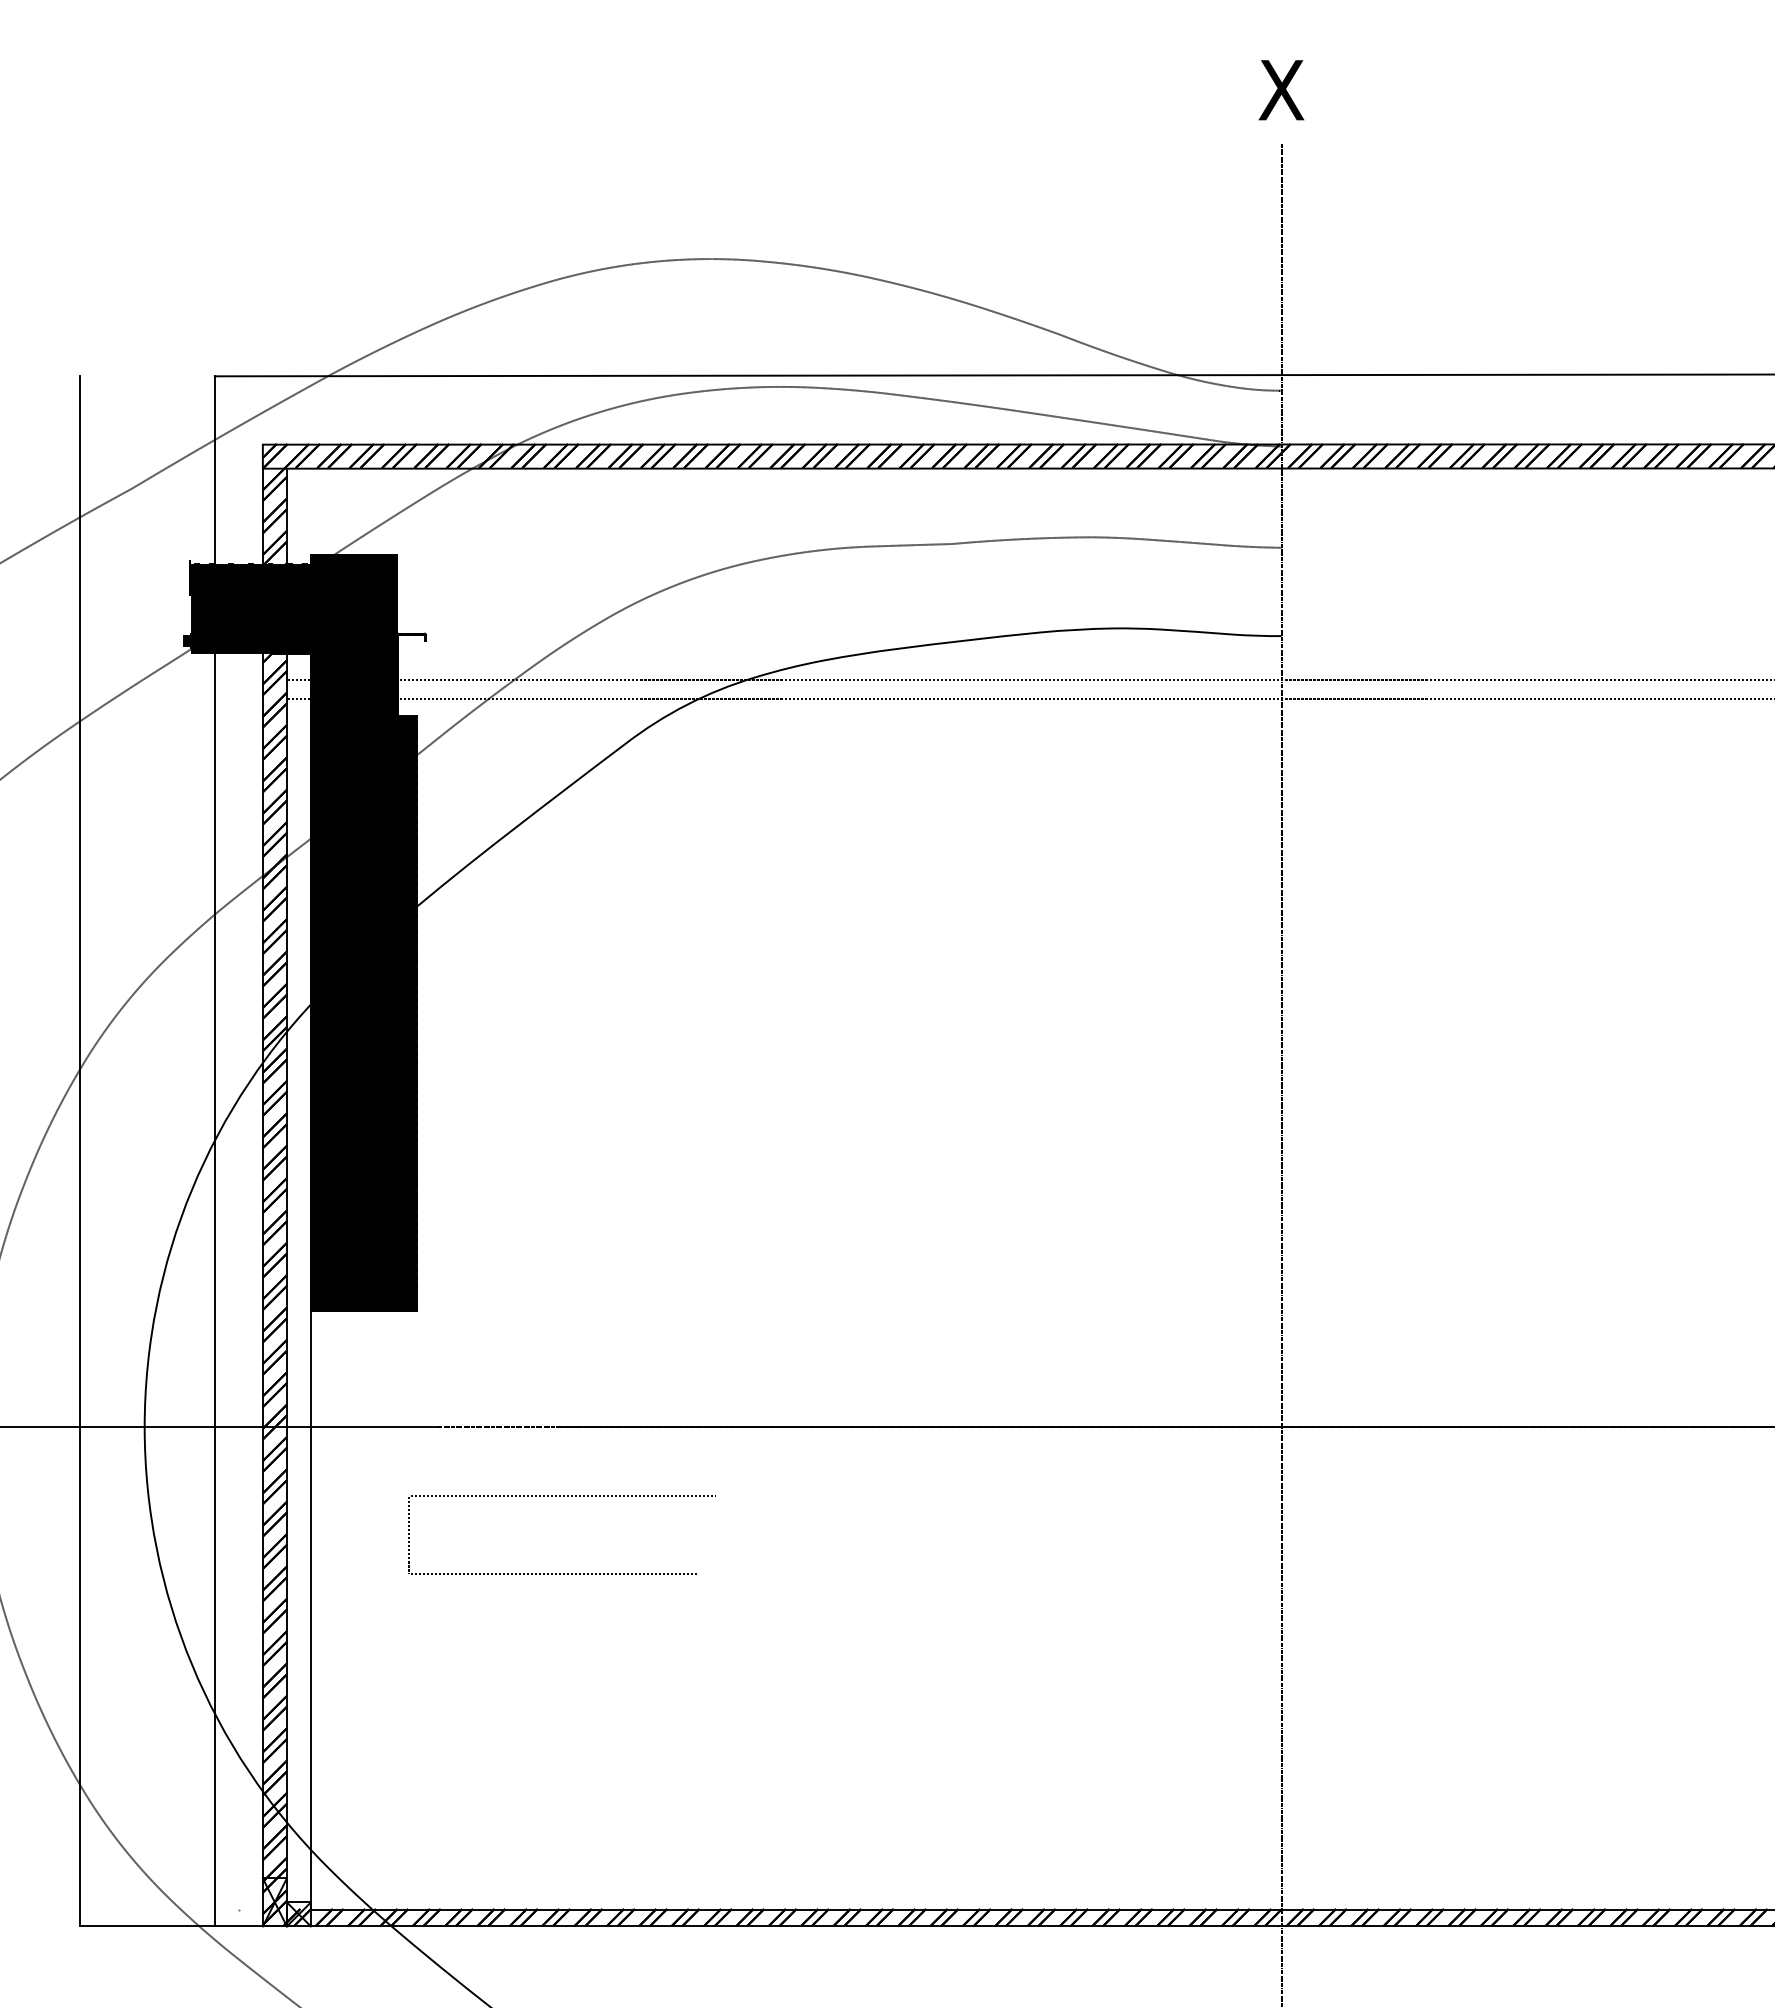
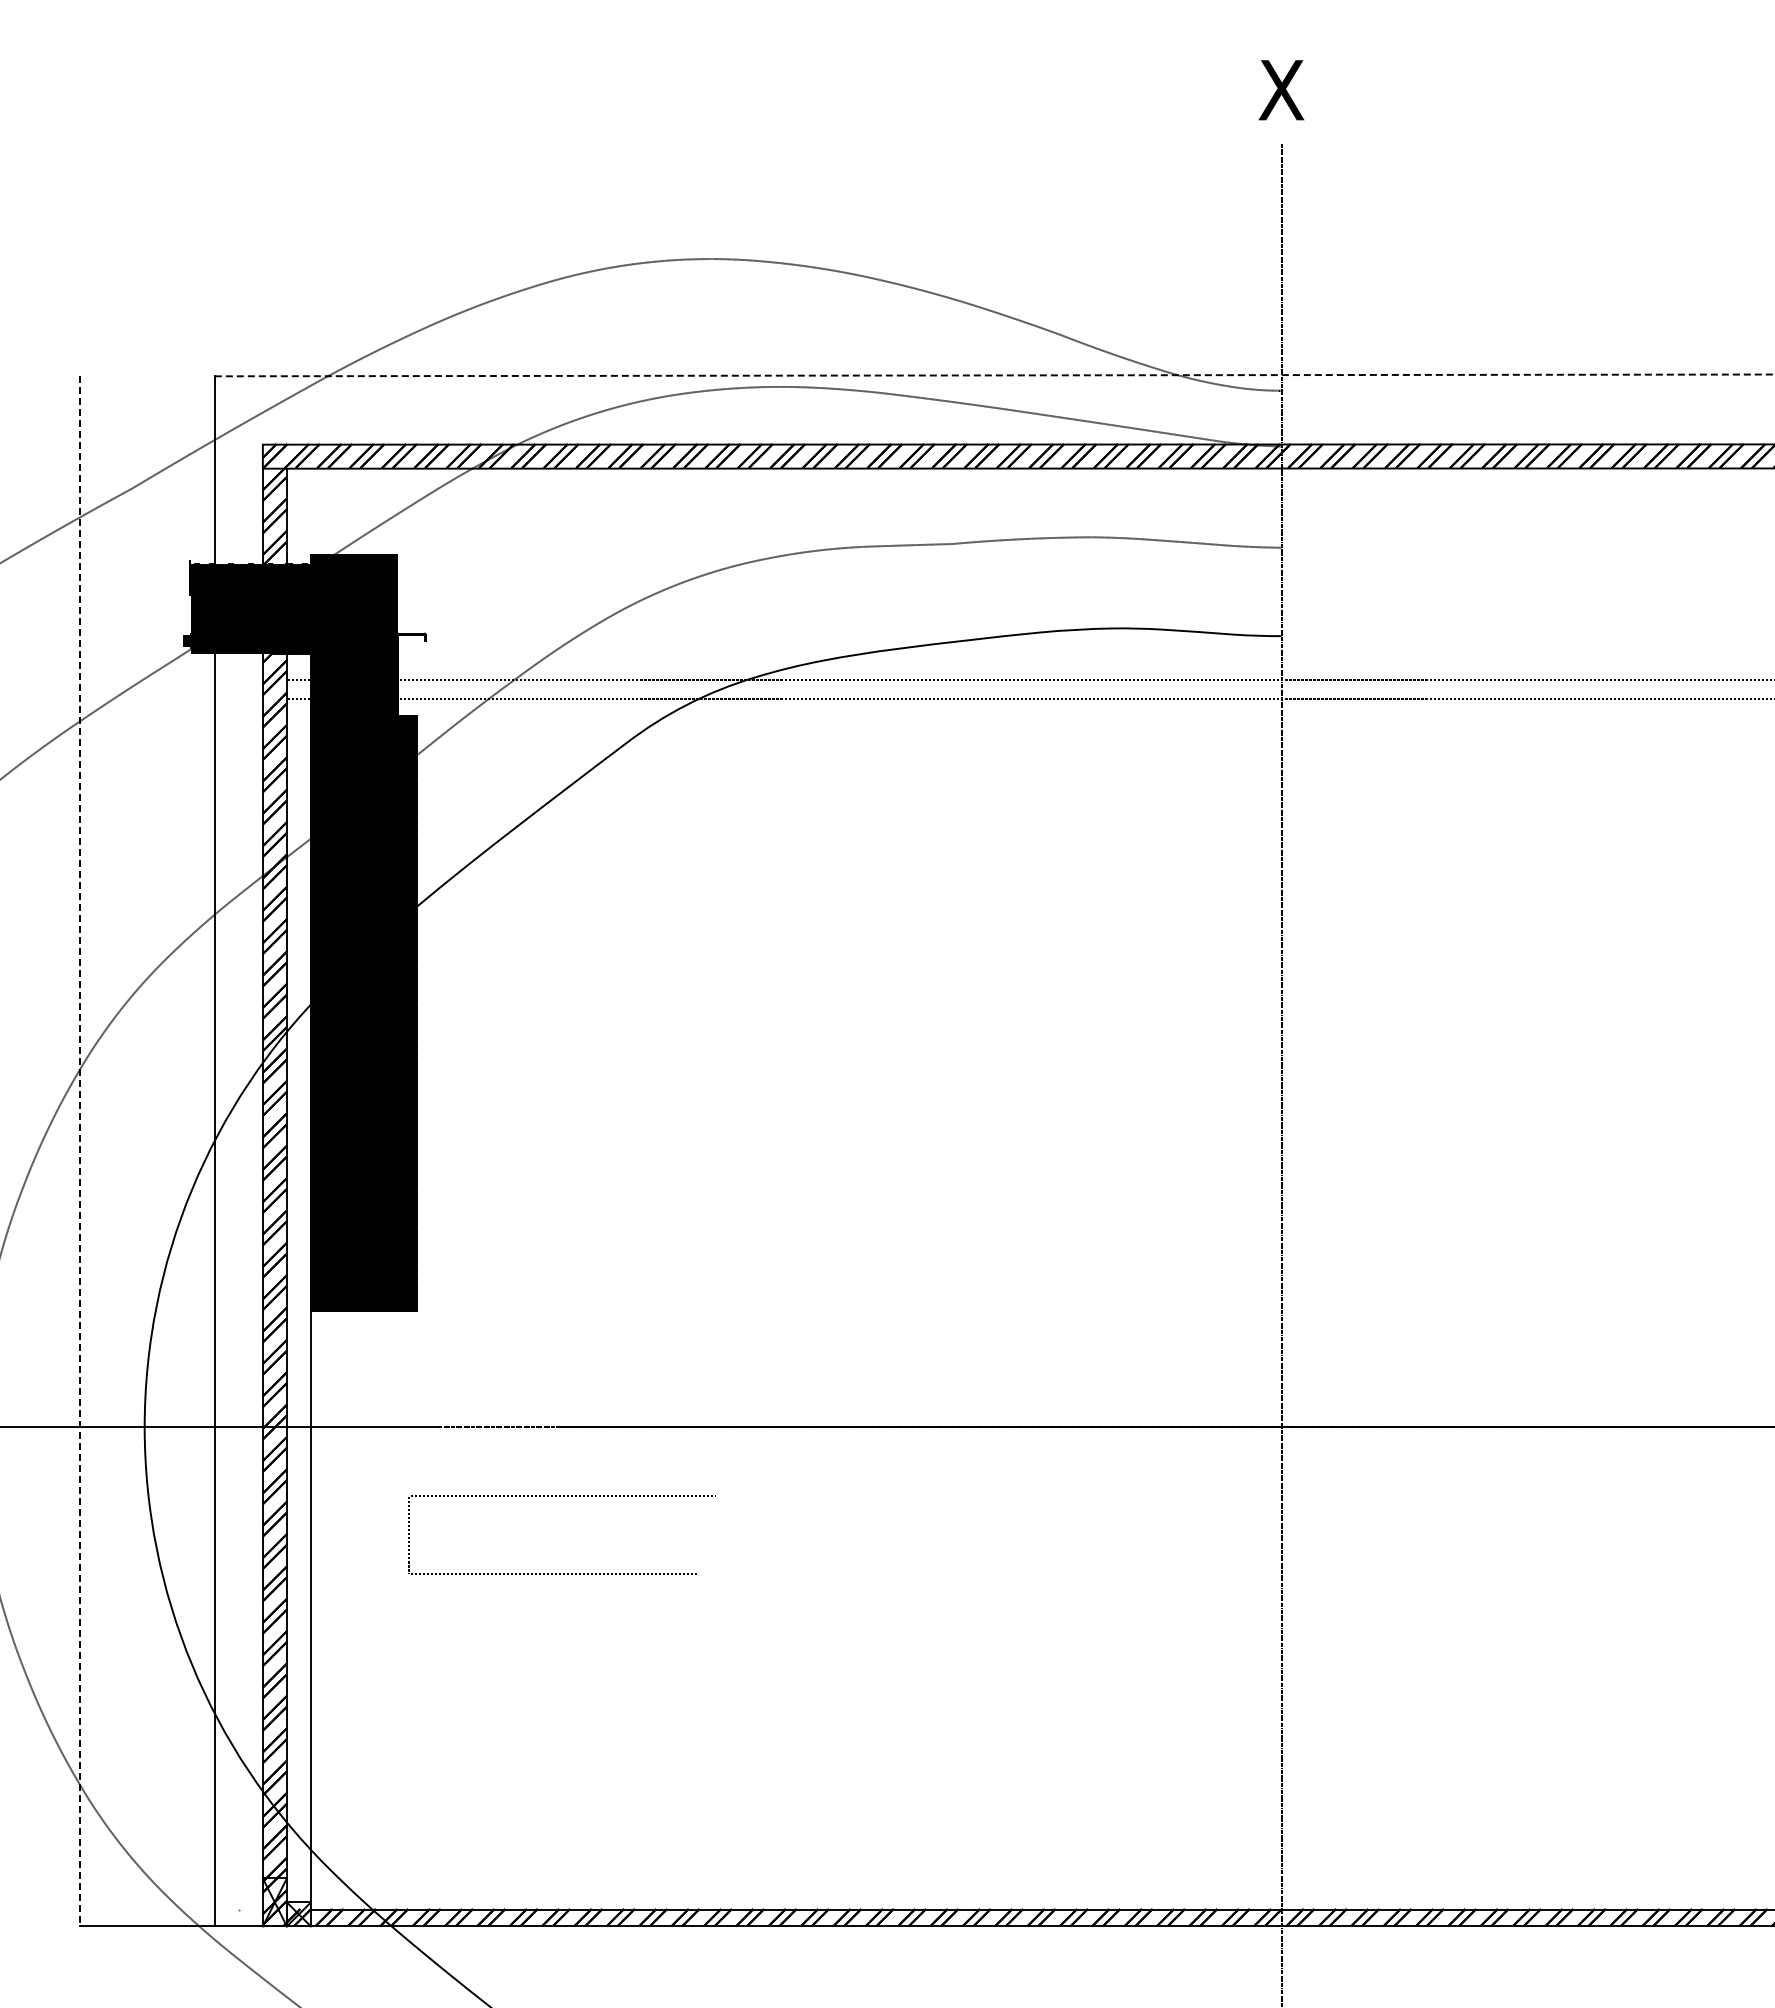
line at (994, 375): solid -> dashed
line at (80, 1151): solid -> dashed
